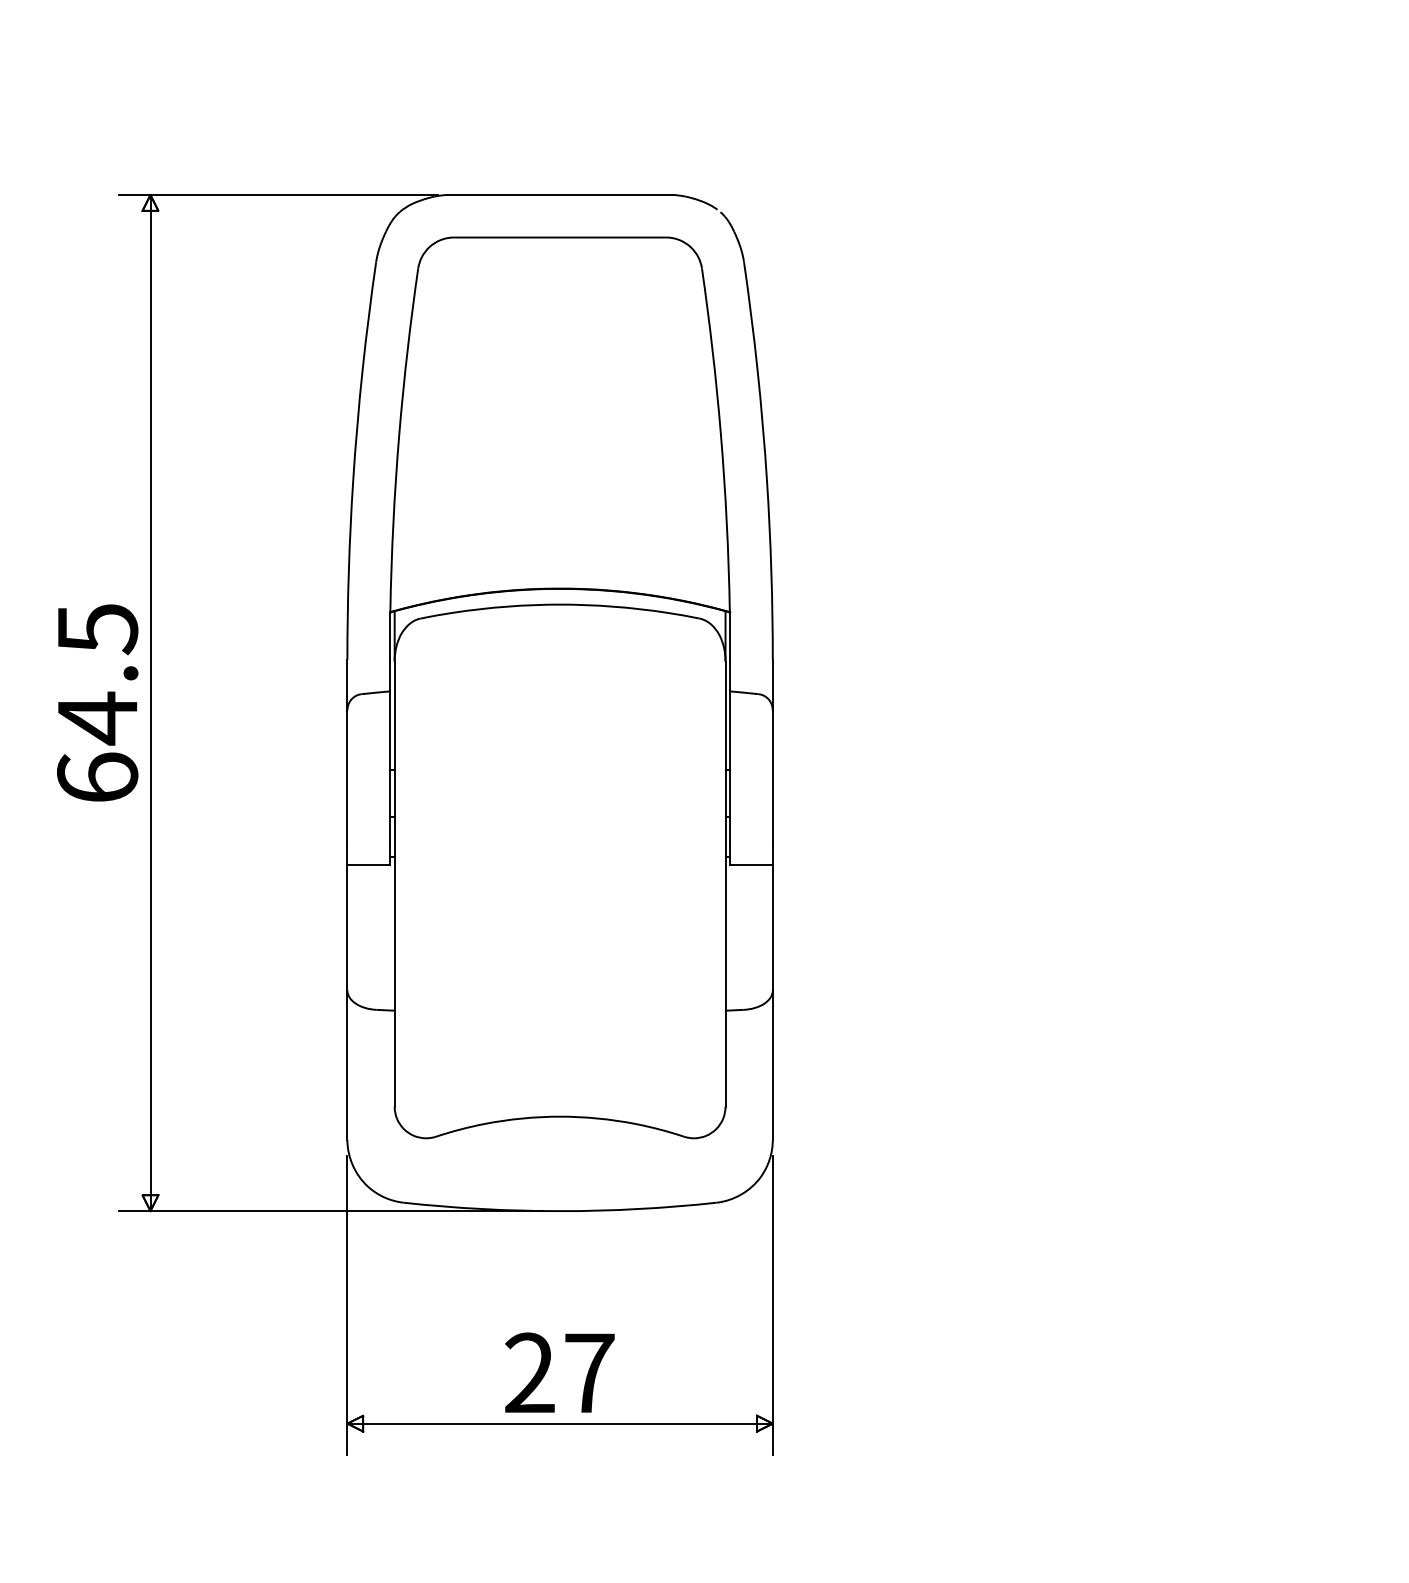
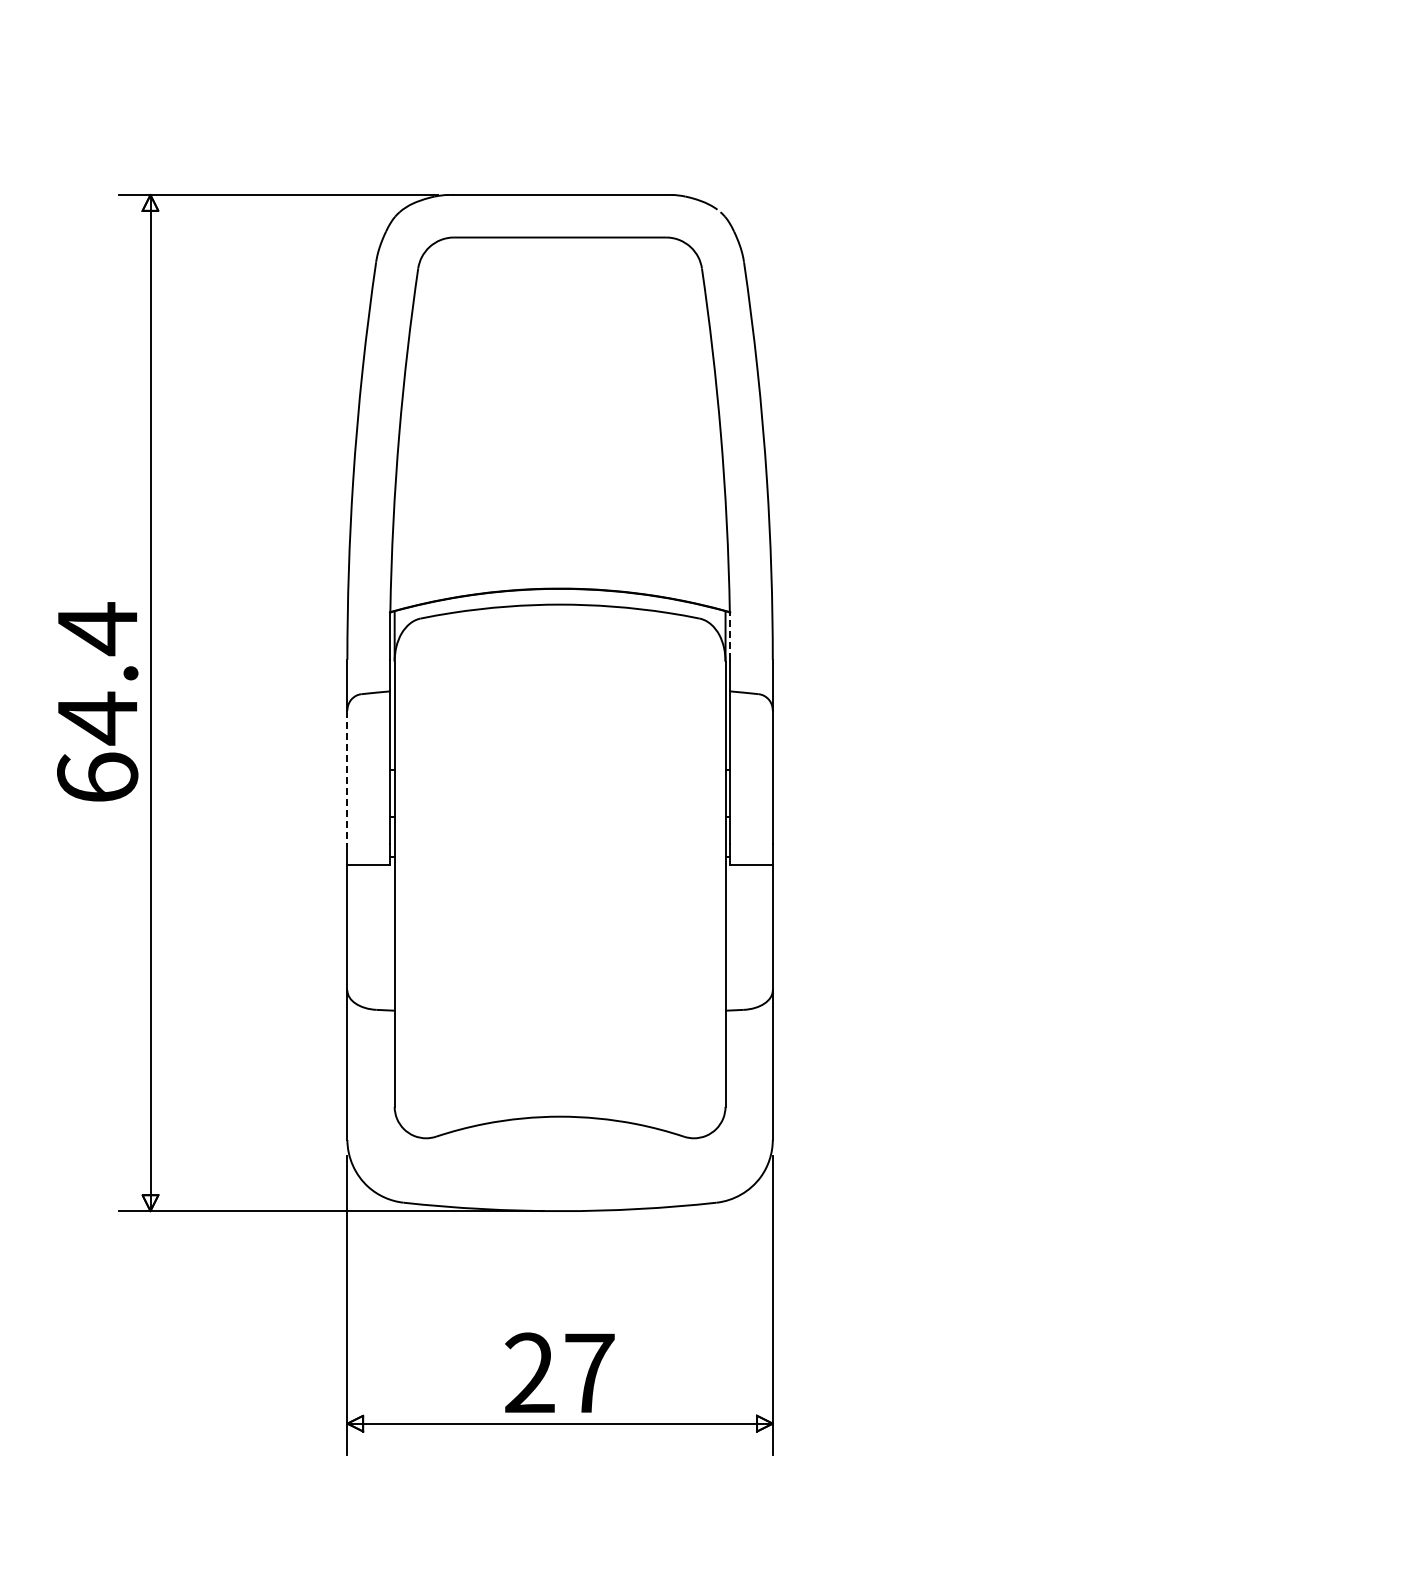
text at (98, 629): 64.5 -> 64.4
line at (730, 636): solid -> dashed
line at (347, 777): solid -> dashed
